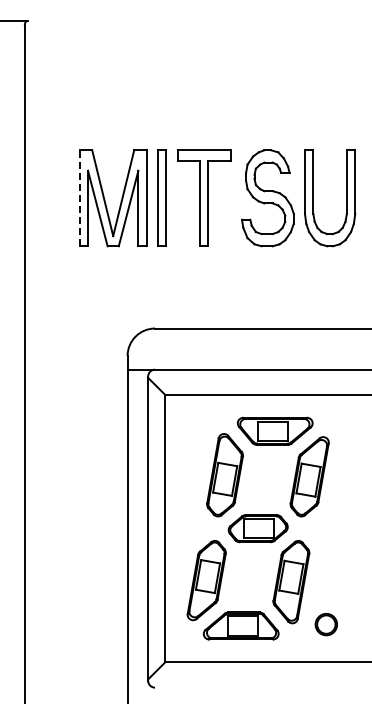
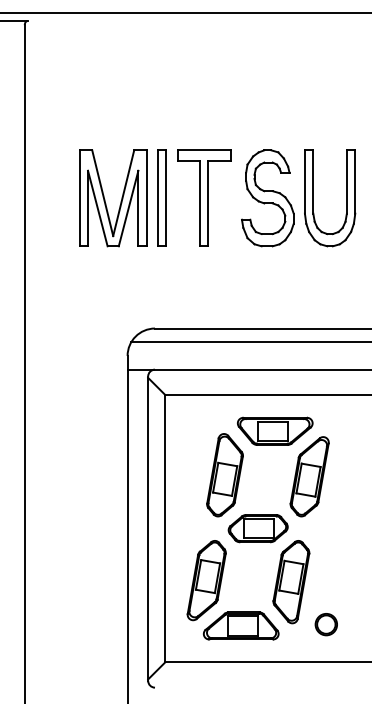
line at (185, 13): none -> present
line at (79, 198): dashed -> solid
line at (249, 342): none -> present
